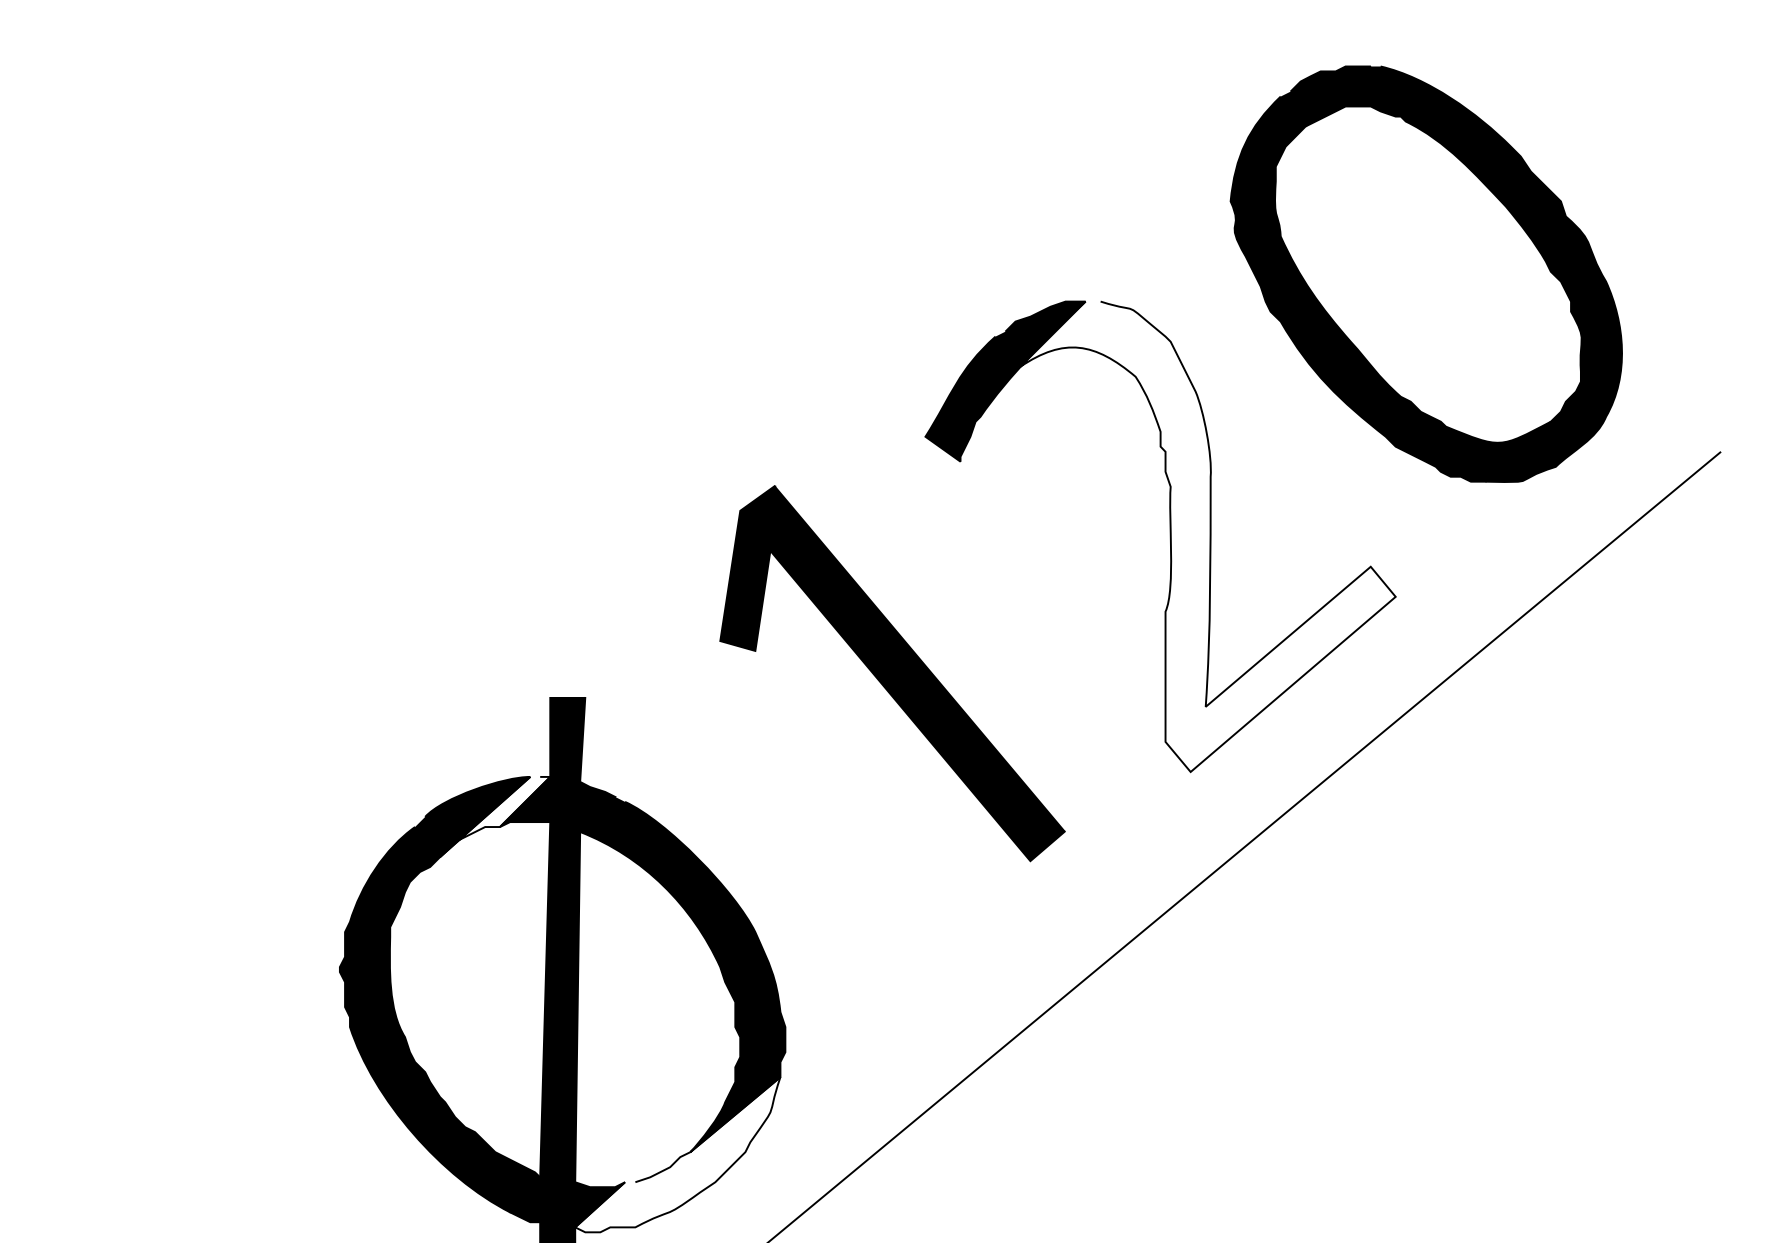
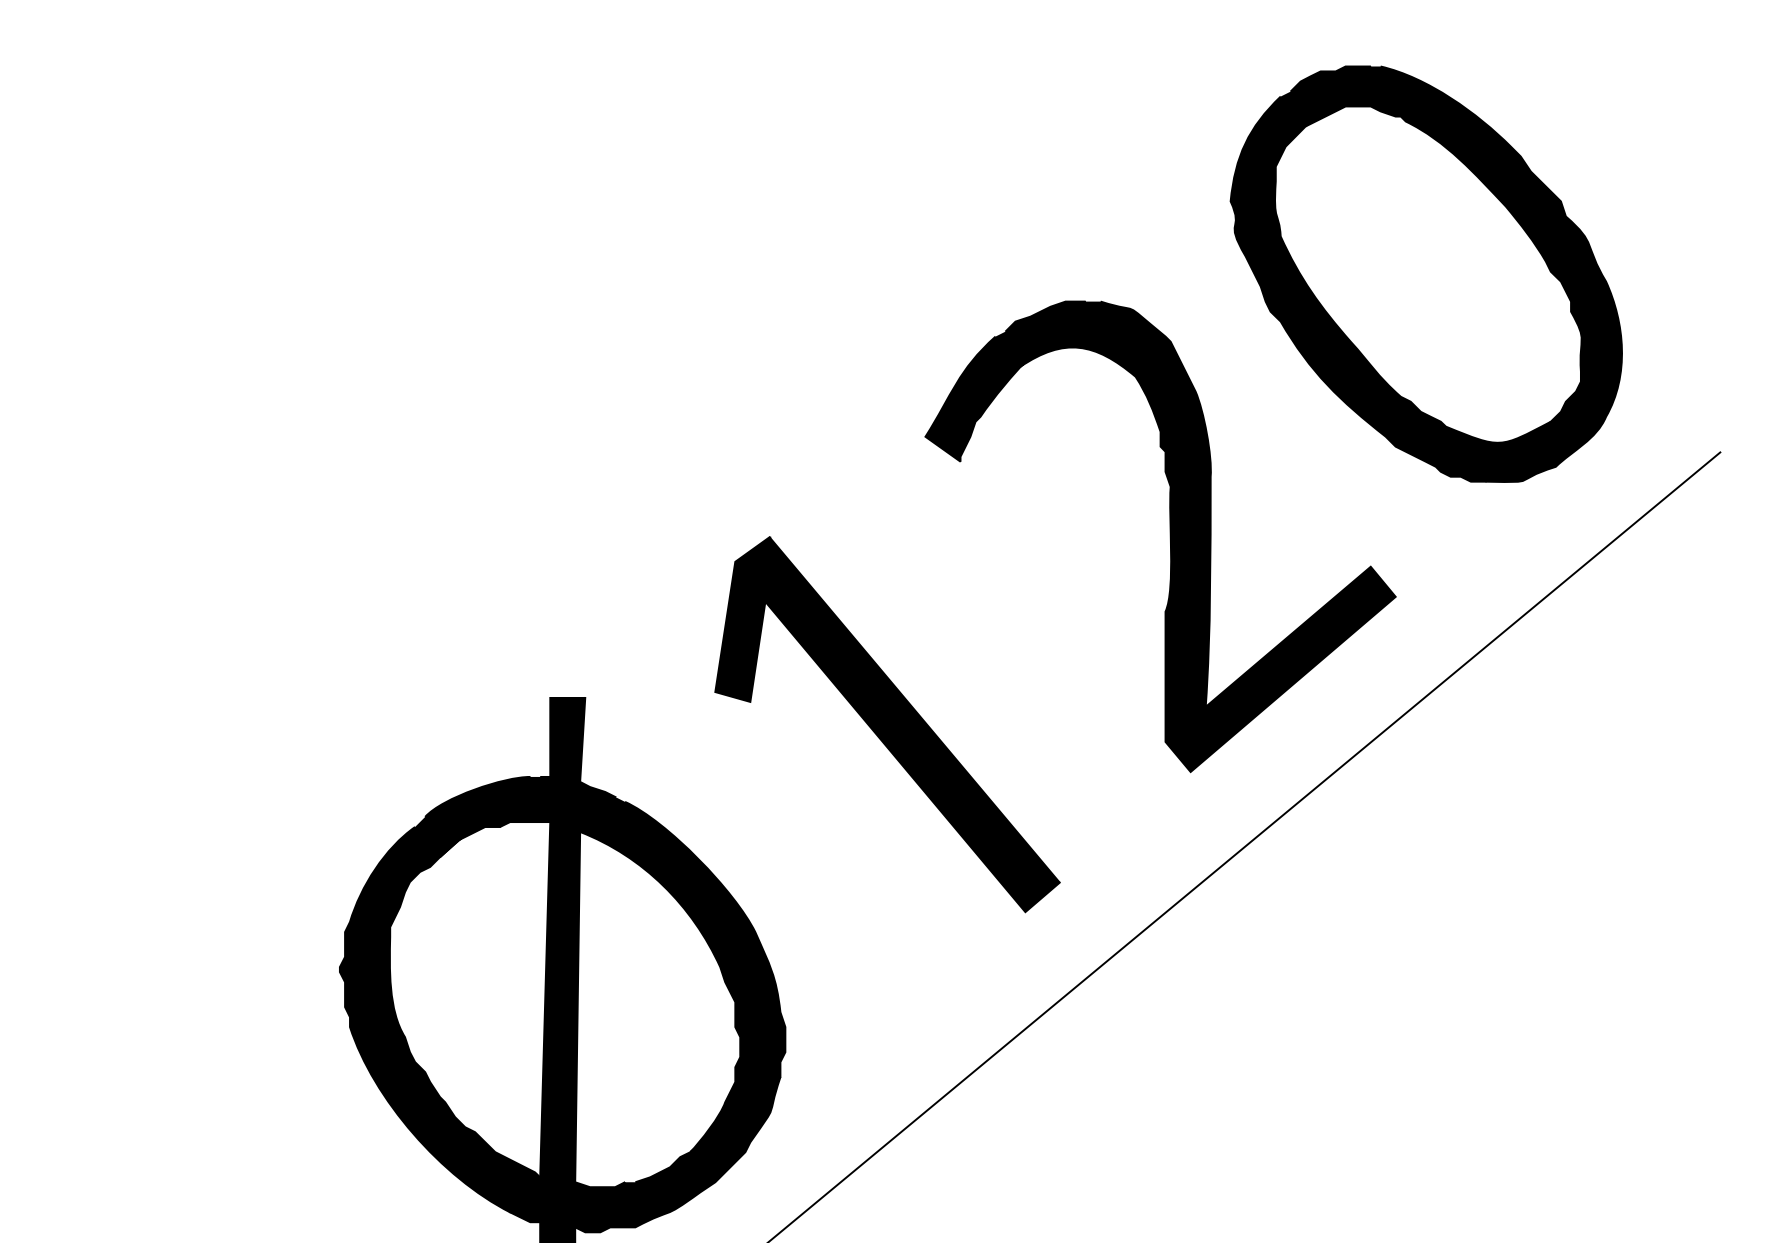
fill at (1207, 536): none -> present
part at (892, 673) position: (892, 673) -> (887, 724)
fill at (495, 816): none -> present
fill at (677, 1154): none -> present
